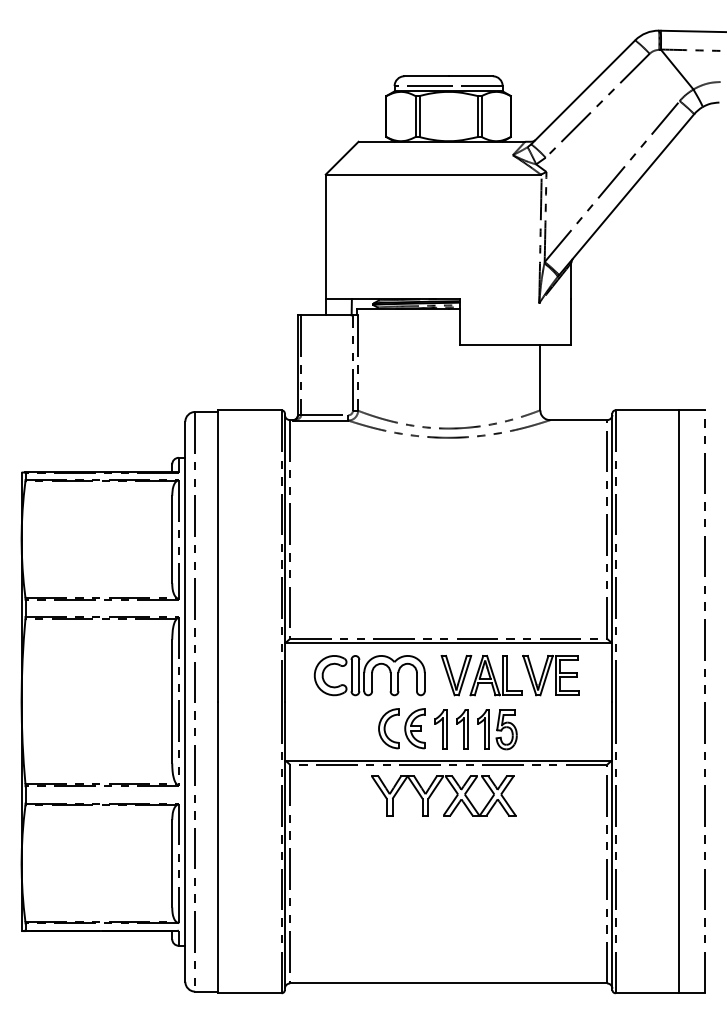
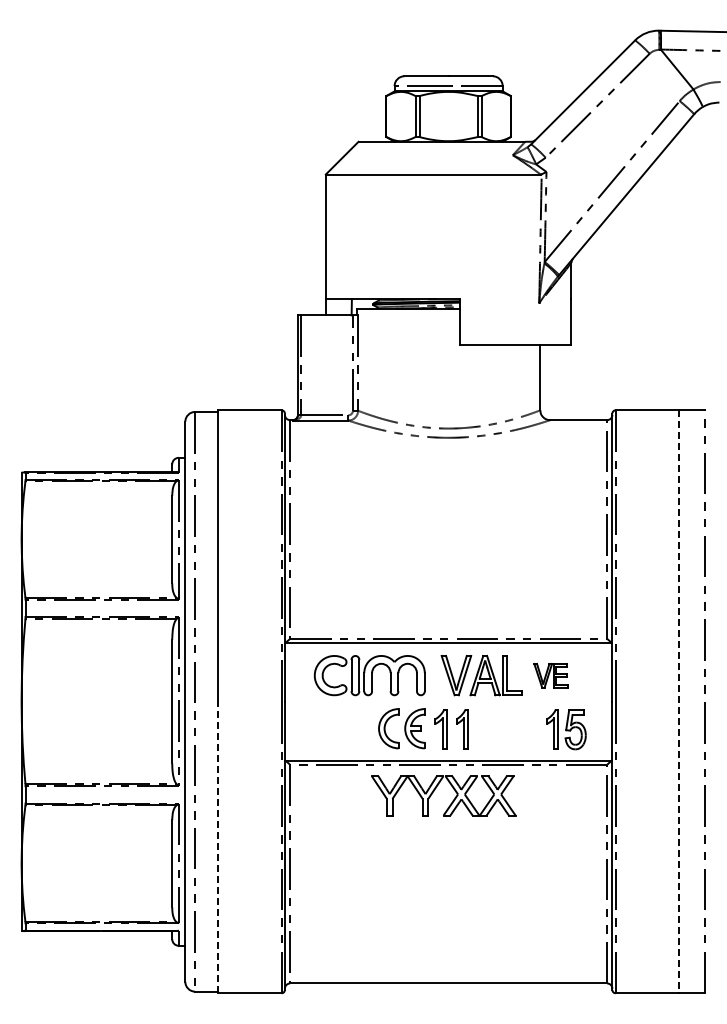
part at (550, 675) size: 58x42 px -> 36x26 px
line at (679, 702): solid -> dashed
part at (497, 729) position: (497, 729) -> (566, 729)
line at (218, 847): solid -> dashed
